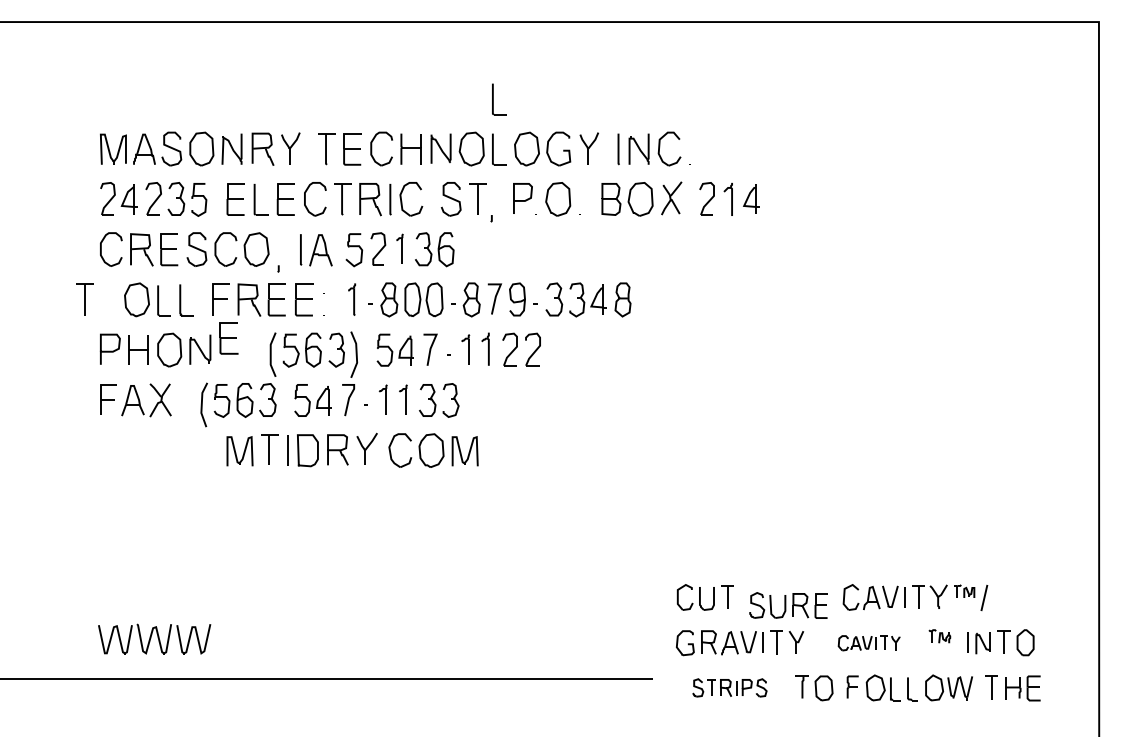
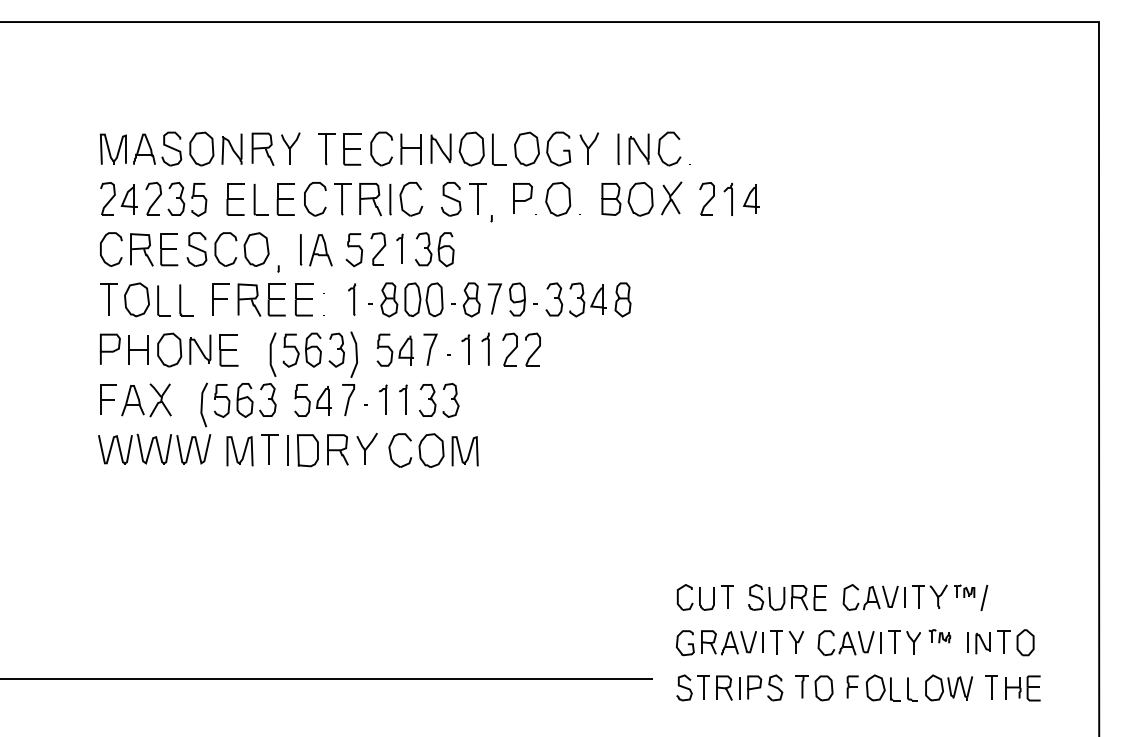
part at (499, 99): present -> none
part at (84, 299) position: (84, 299) -> (108, 299)
part at (228, 338) position: (228, 338) -> (228, 350)
part at (788, 605) position: (788, 605) -> (787, 597)
part at (154, 638) position: (154, 638) -> (154, 448)
part at (868, 643) size: 64x17 px -> 104x27 px
part at (729, 687) size: 76x20 px -> 108x28 px
